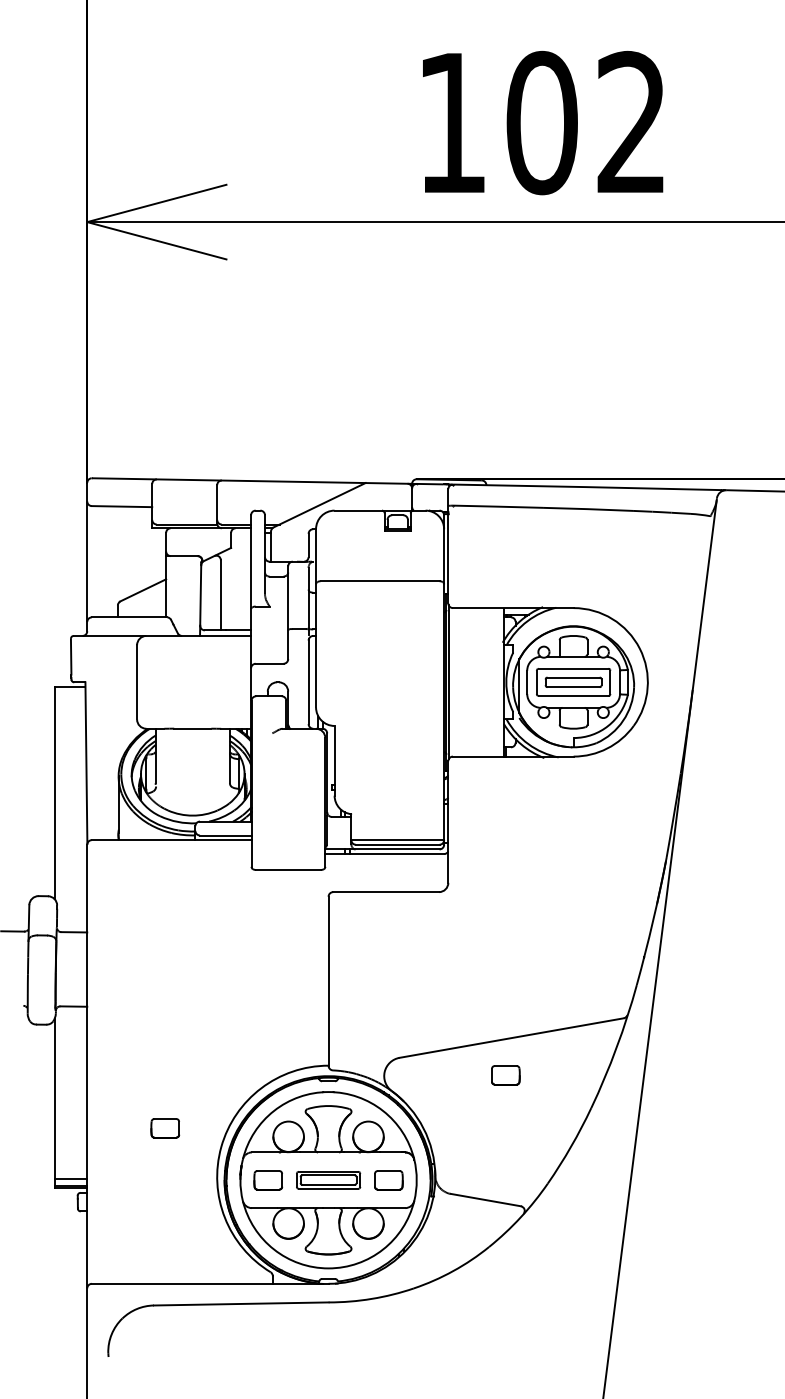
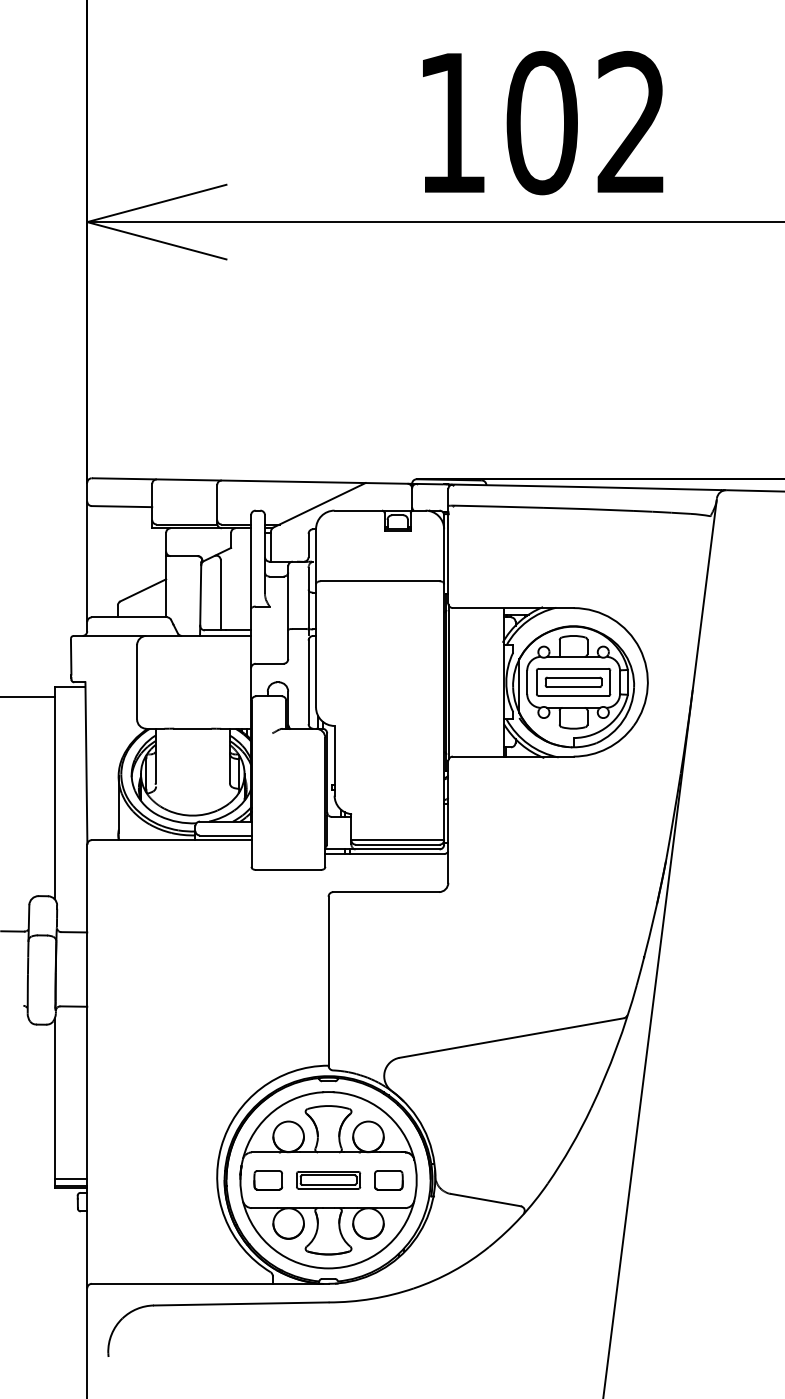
line at (28, 696): none -> present
part at (505, 1075): present -> none
part at (165, 1128): present -> none
